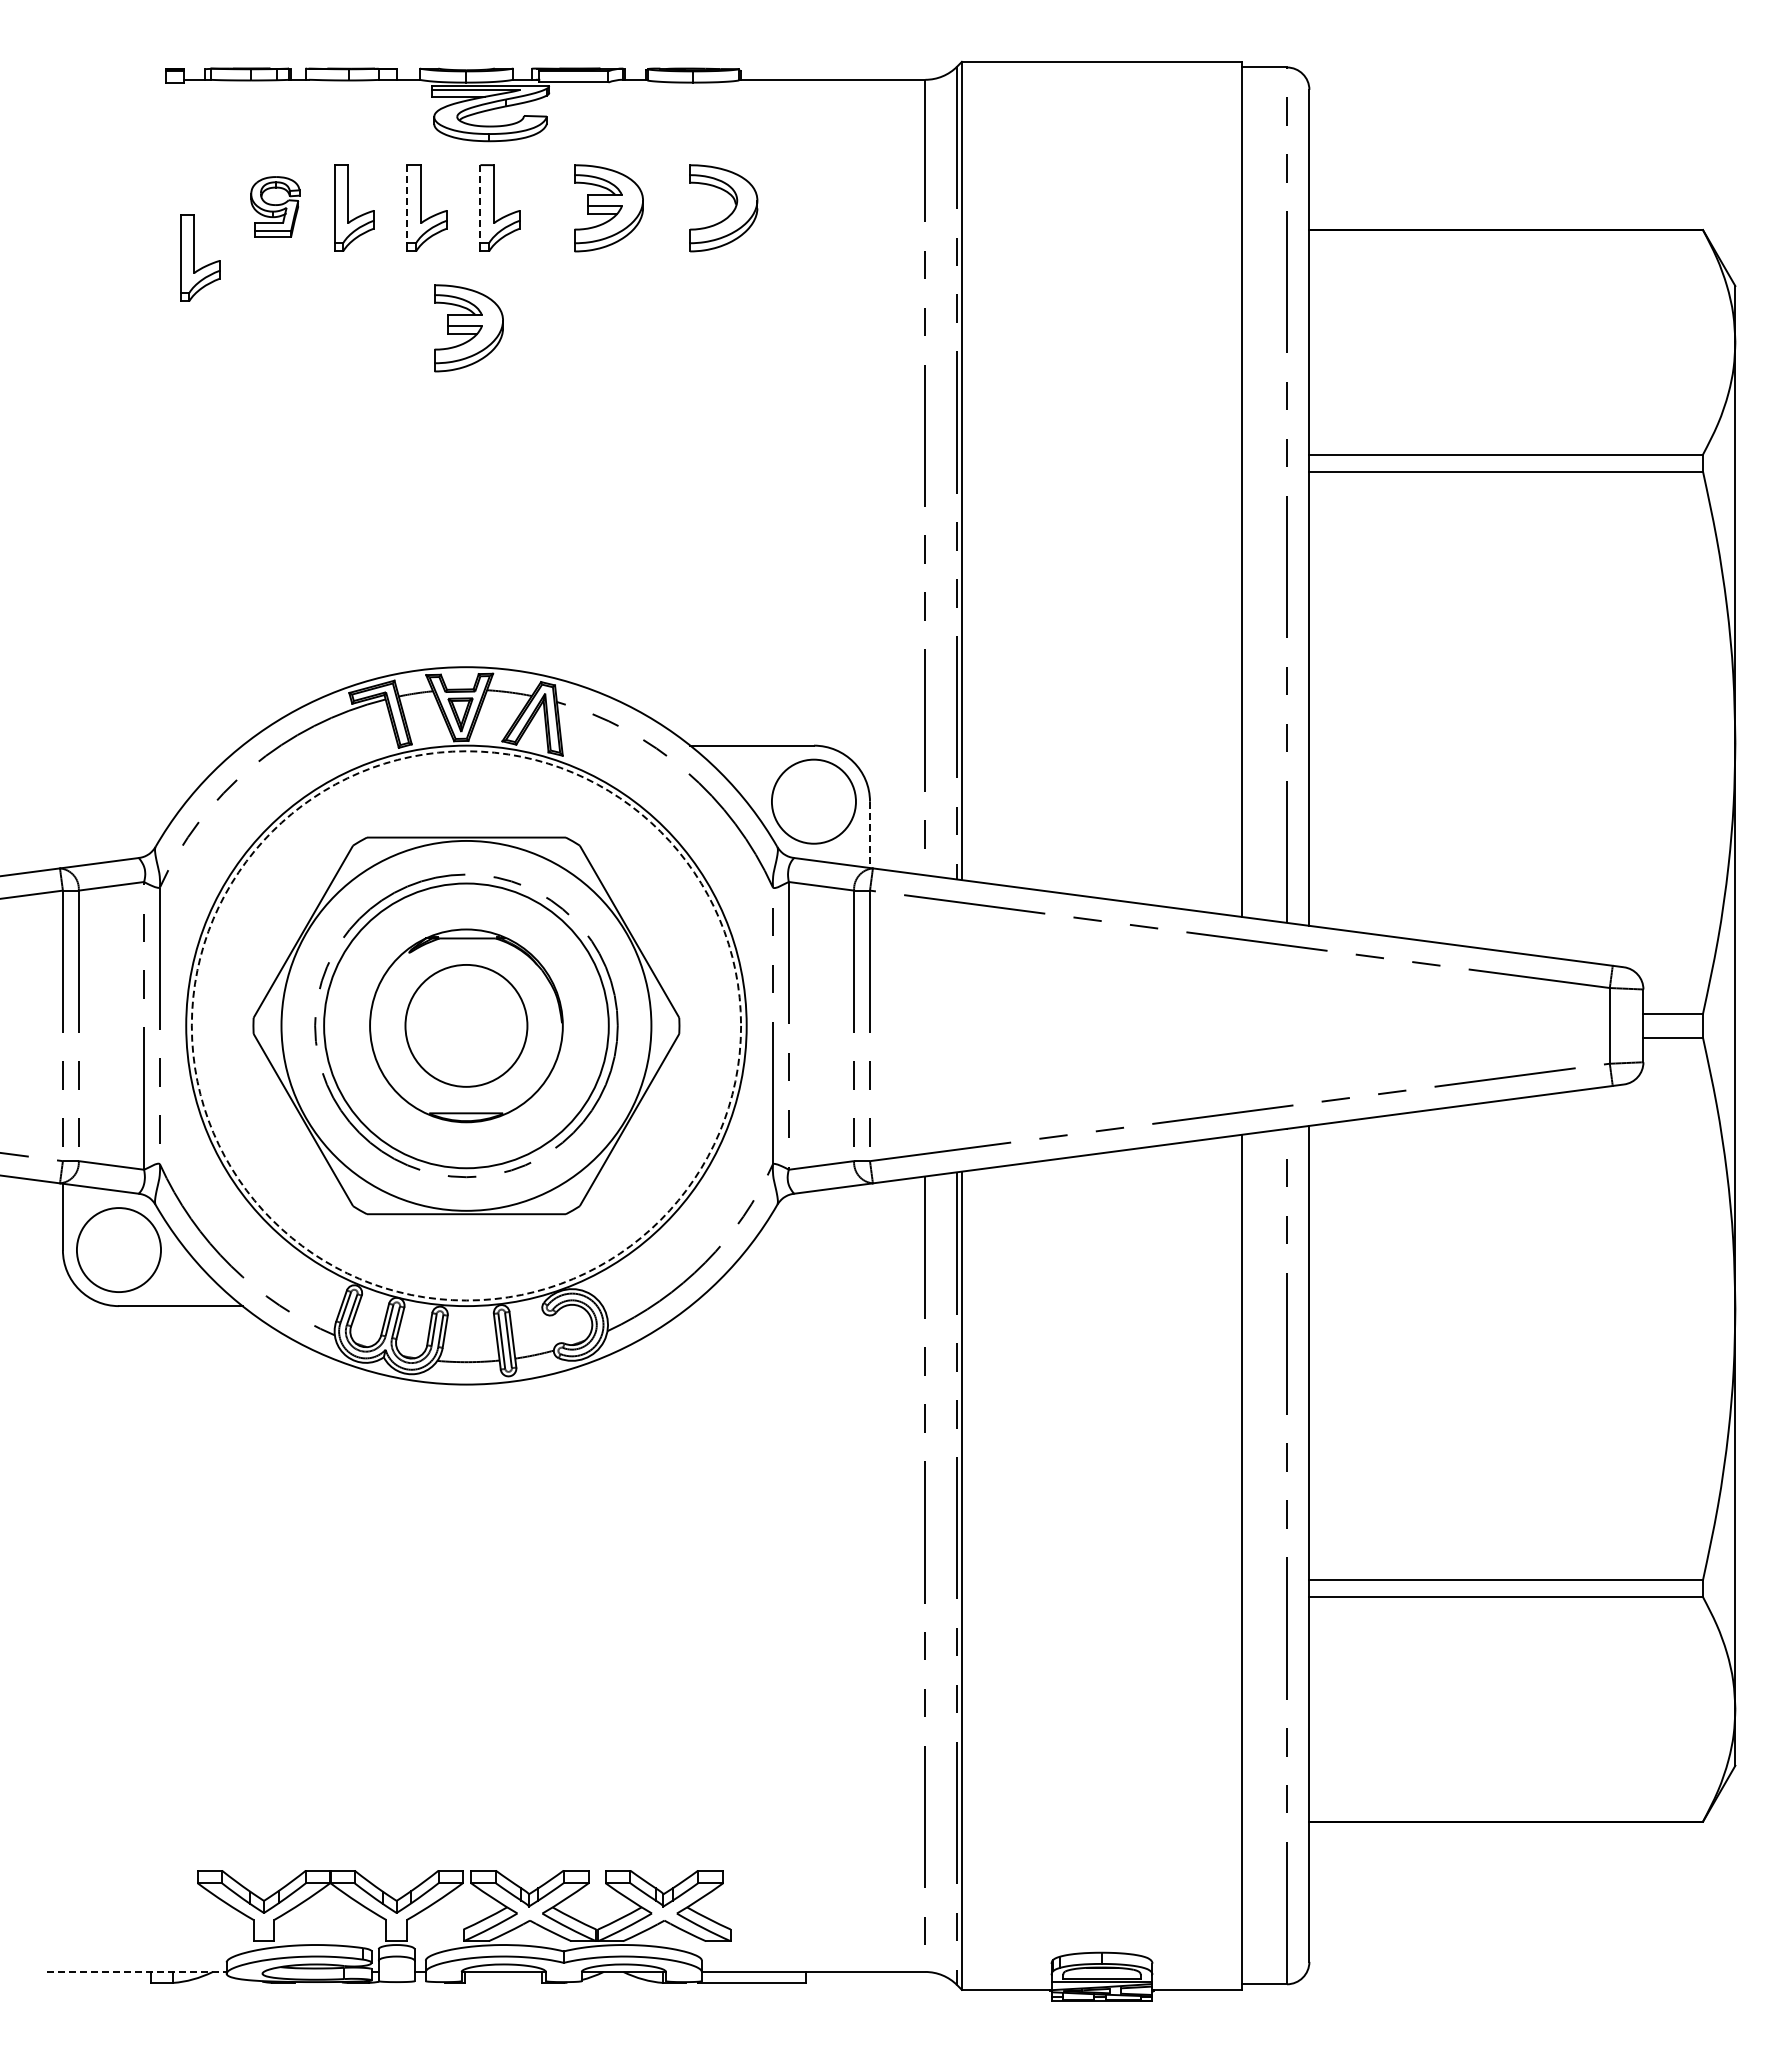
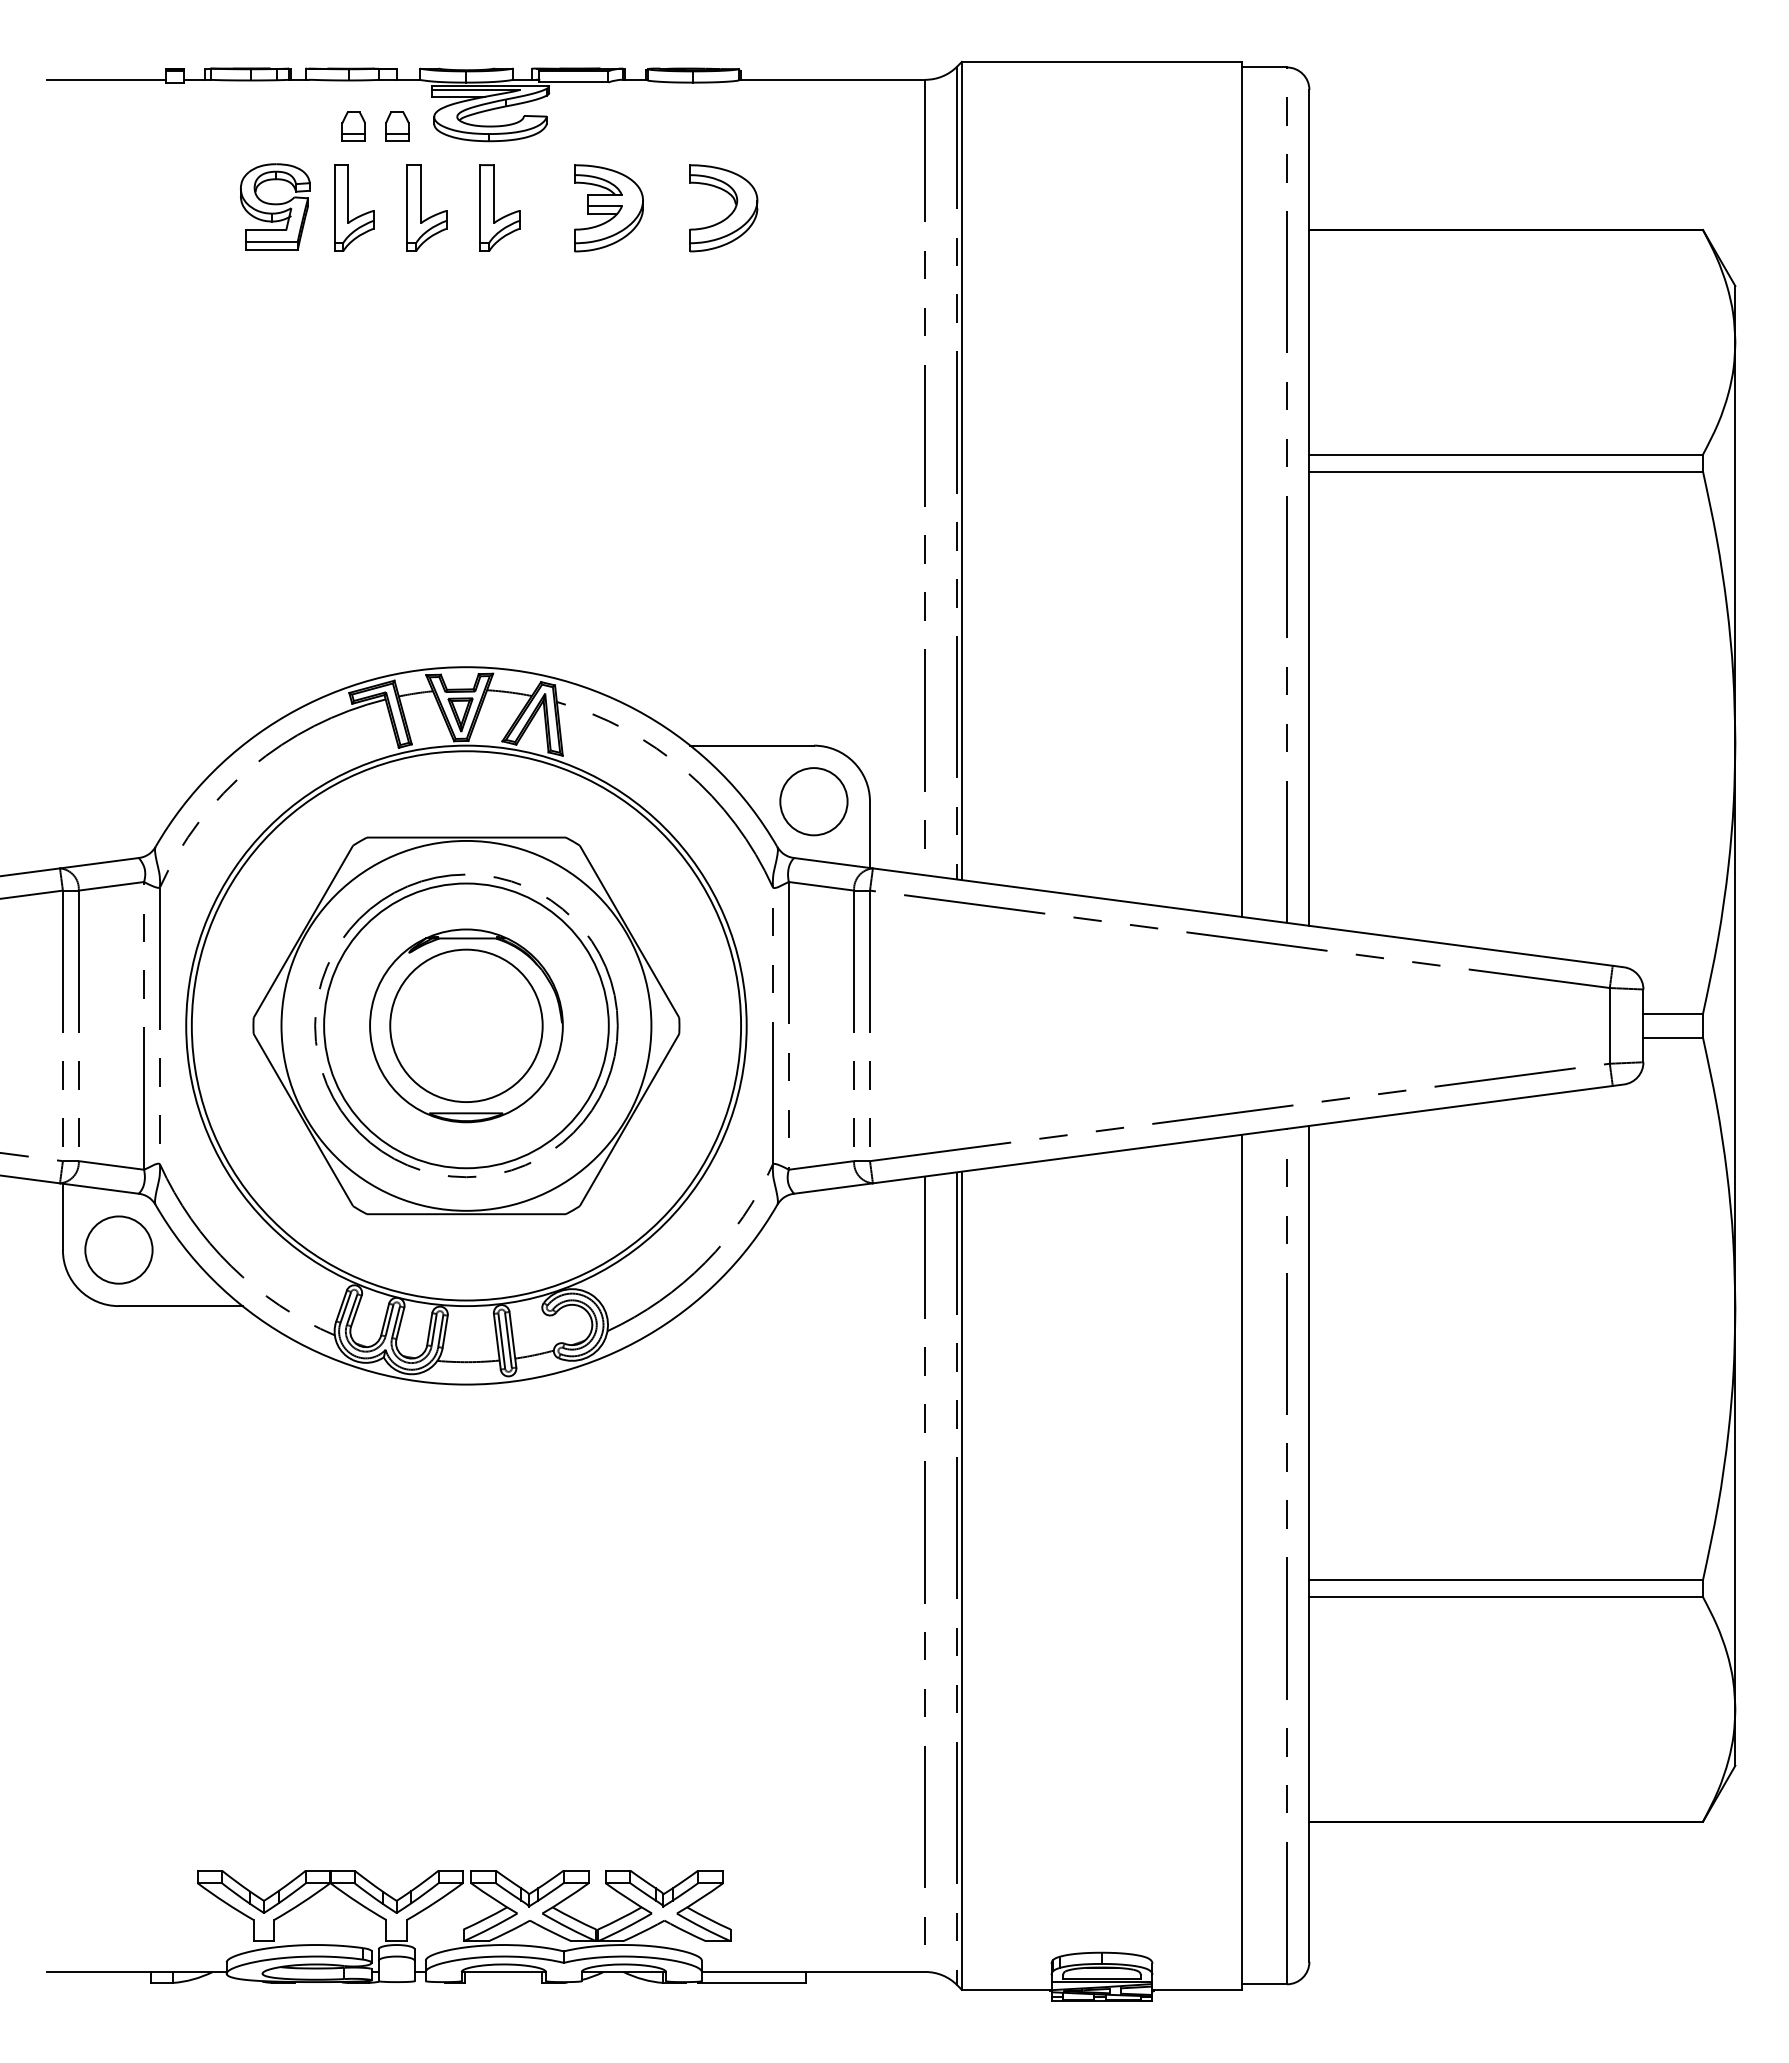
line at (106, 79): none -> present
part at (353, 126): none -> present
part at (397, 126): none -> present
line at (407, 203): dashed -> solid
line at (480, 203): dashed -> solid
part at (275, 206) size: 51x62 px -> 71x88 px
part at (200, 257): present -> none
part at (468, 328): present -> none
circle at (813, 801) diameter: 84 px -> 67 px
line at (870, 835): dashed -> solid
circle at (466, 1025) diameter: 122 px -> 152 px
circle at (466, 1025): dashed -> solid
circle at (118, 1250) diameter: 84 px -> 67 px
line at (136, 1971): dashed -> solid
